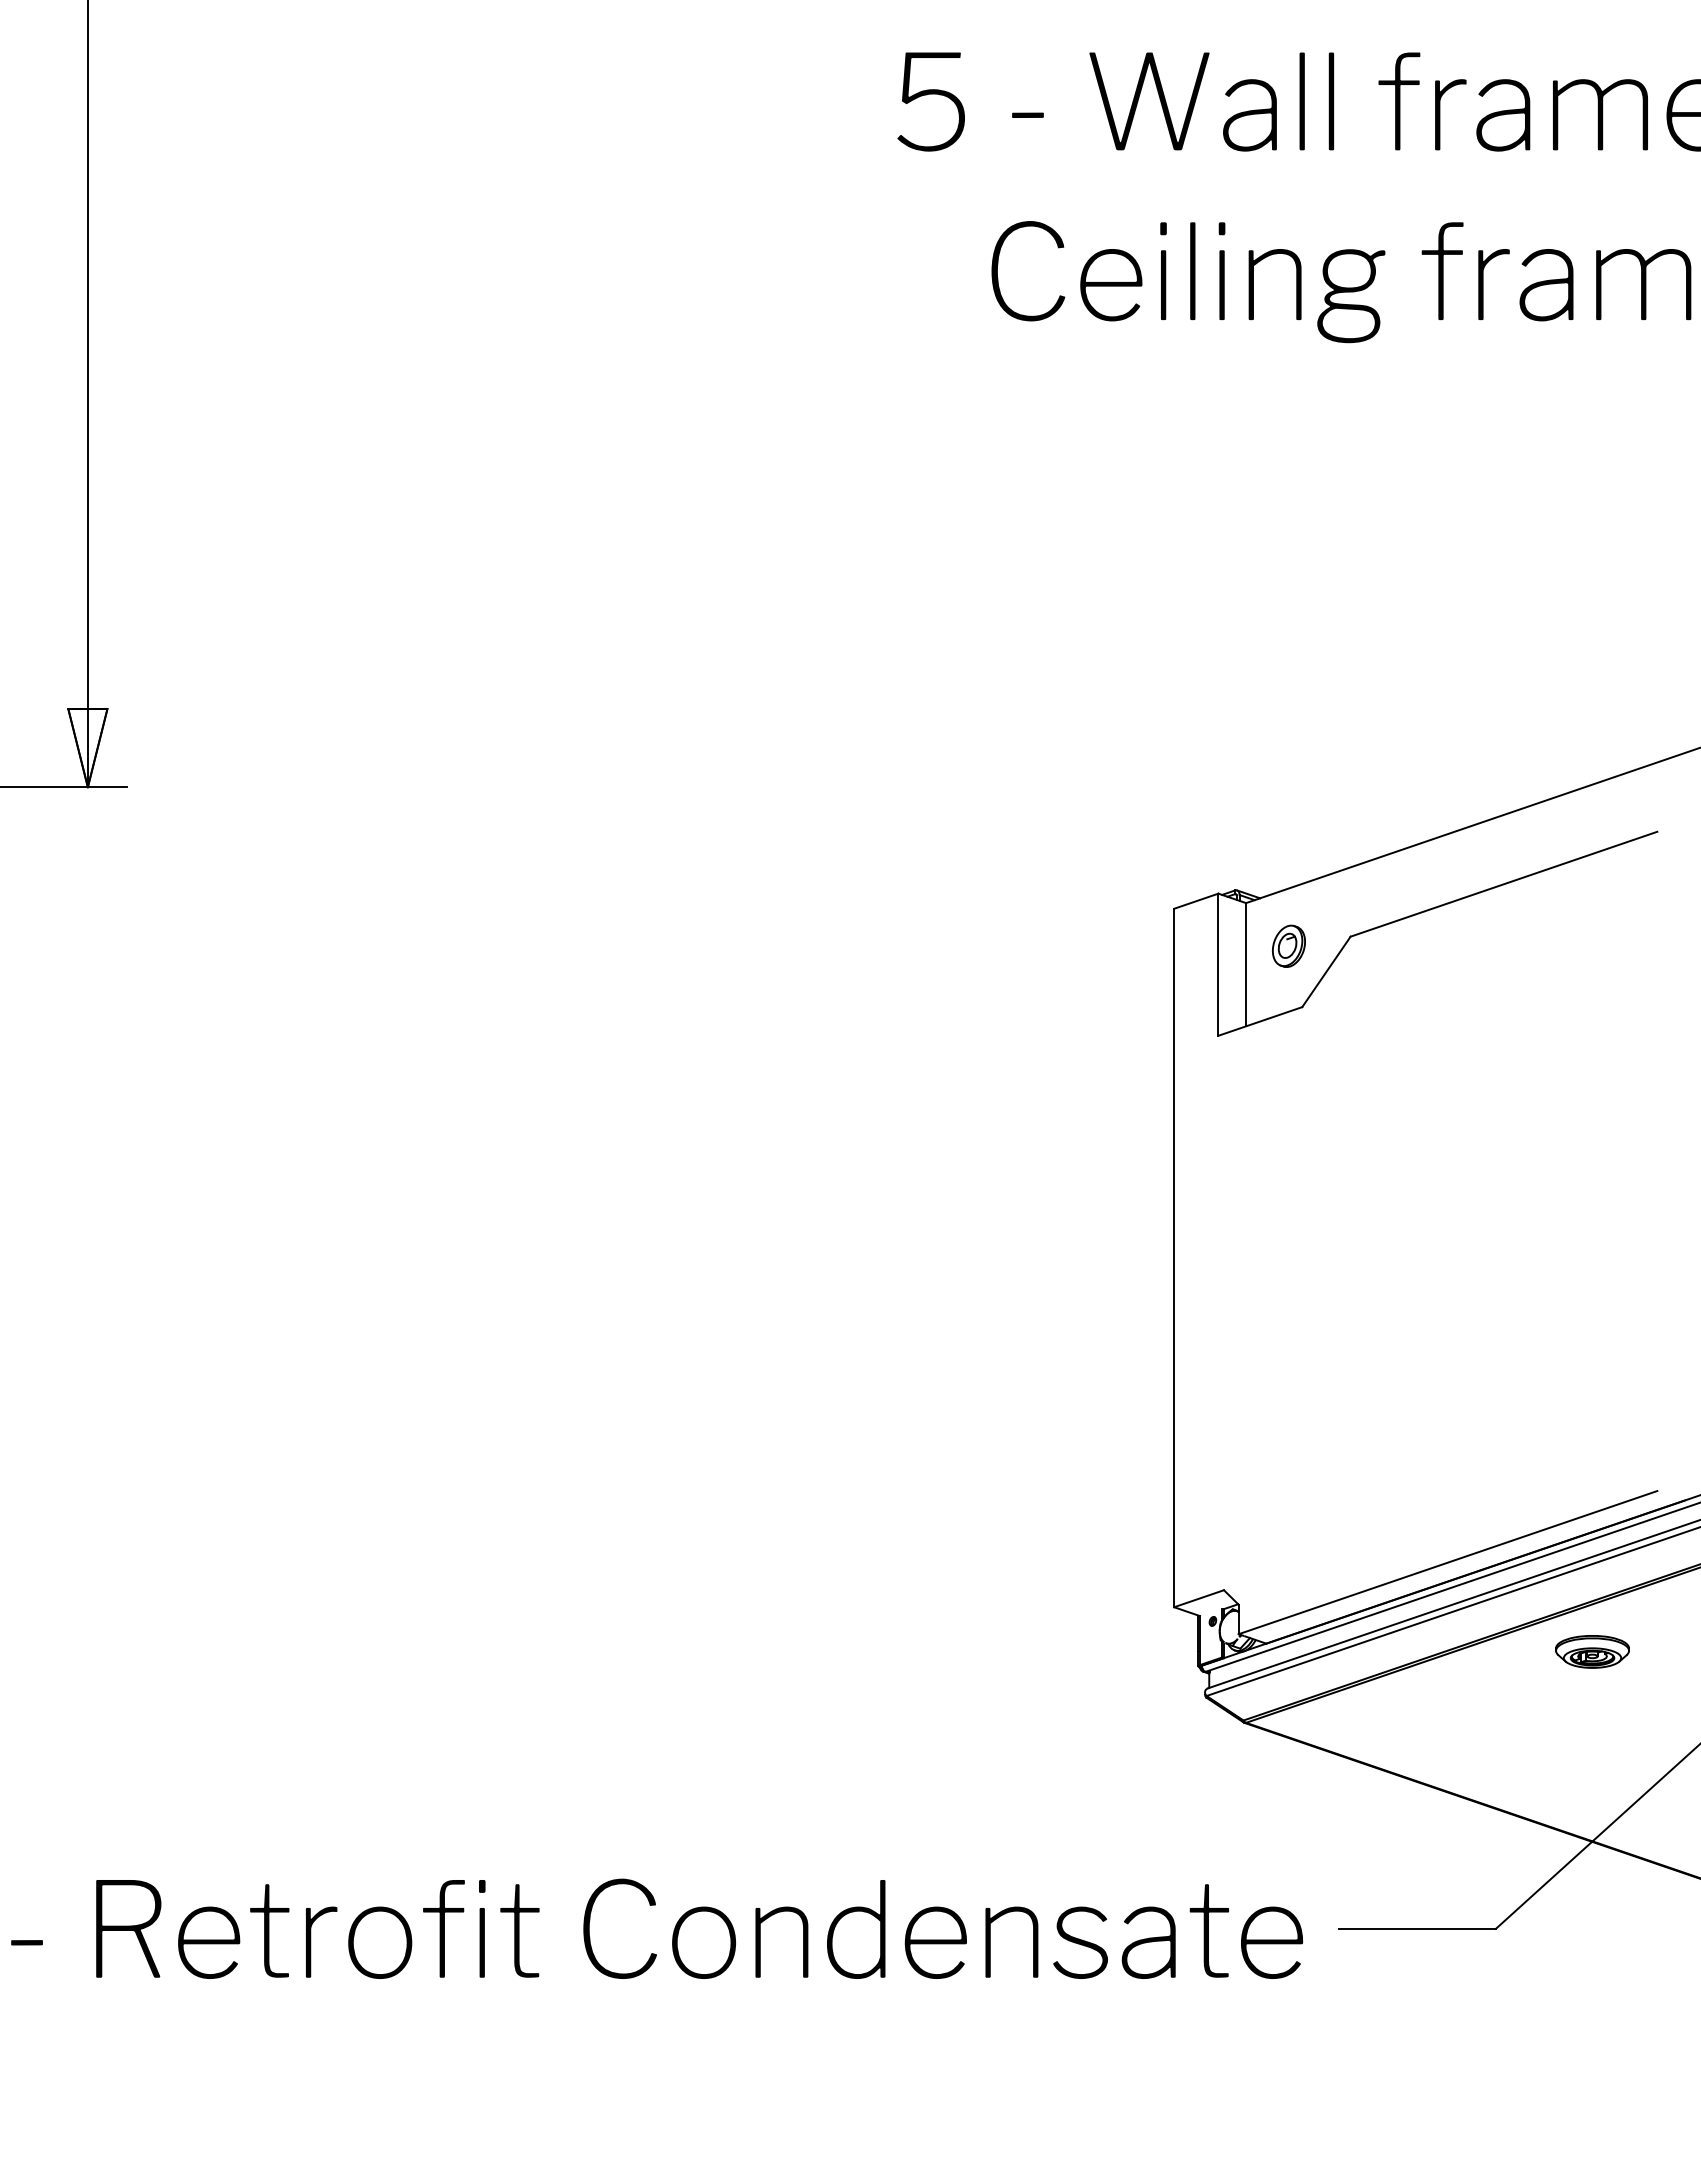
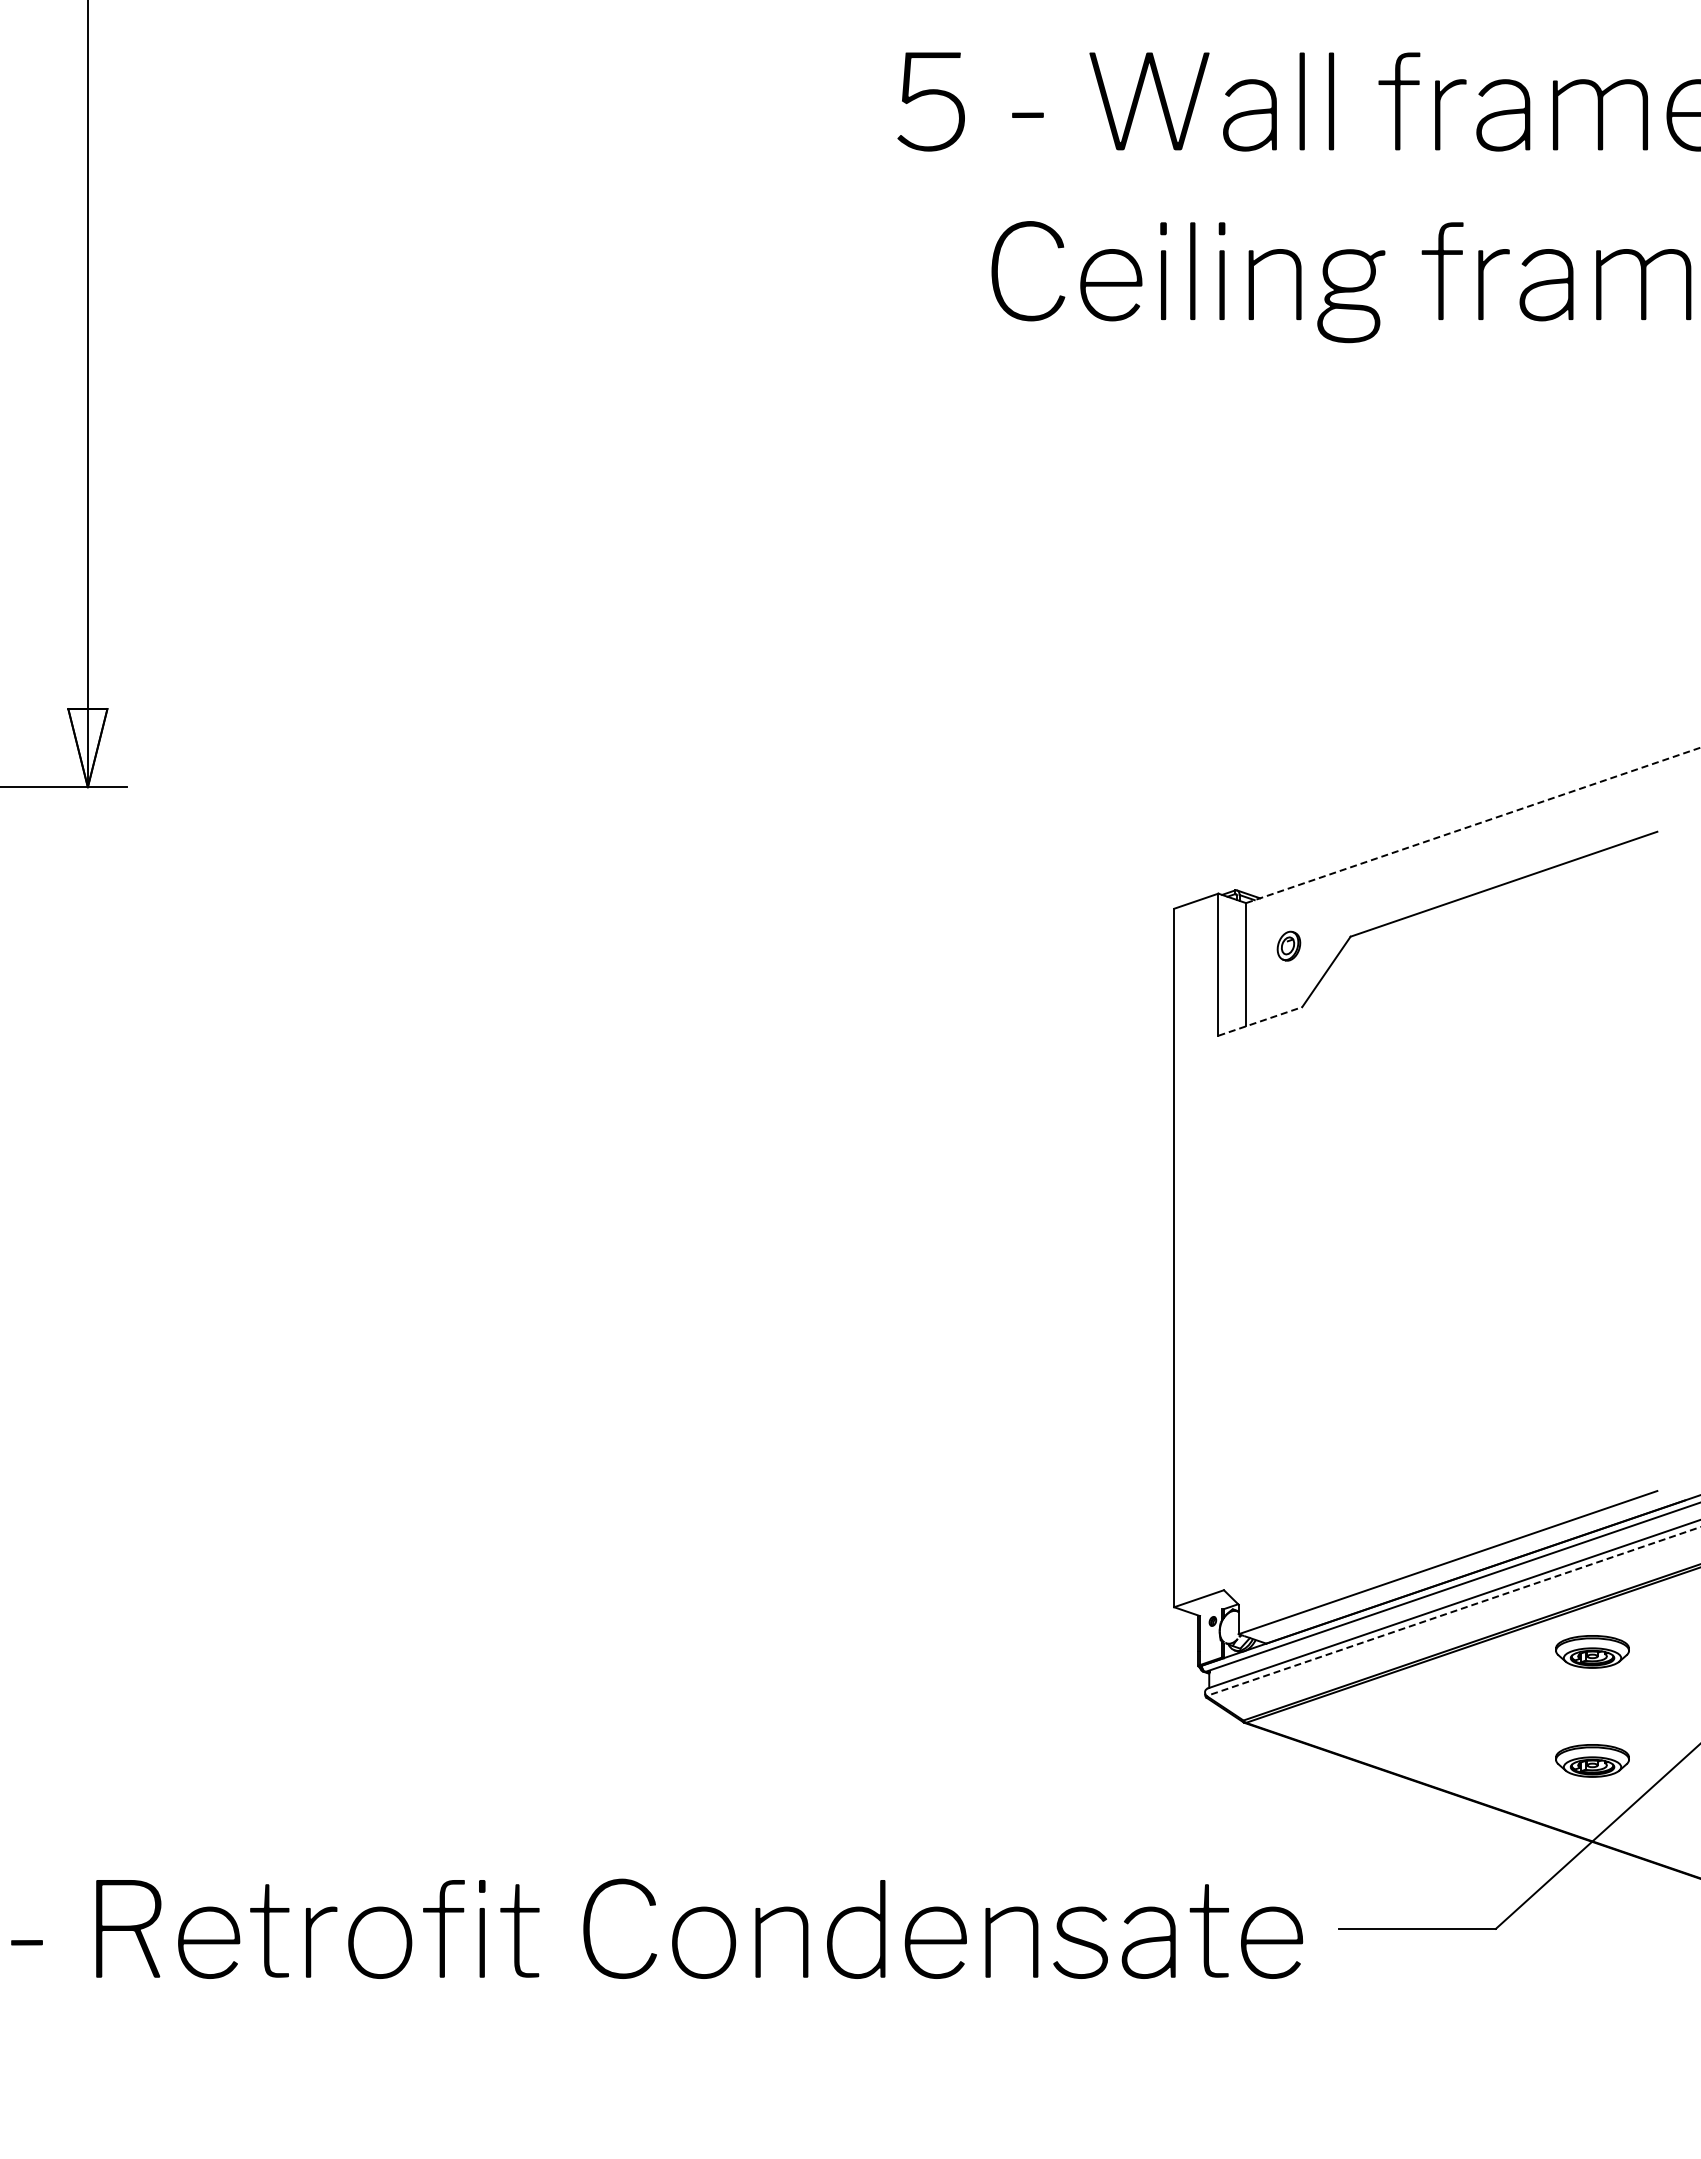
line at (1473, 825): solid -> dashed
part at (1288, 945) size: 34x44 px -> 26x32 px
line at (1260, 1021): solid -> dashed
line at (1453, 1611): solid -> dashed
part at (1592, 1760): none -> present
